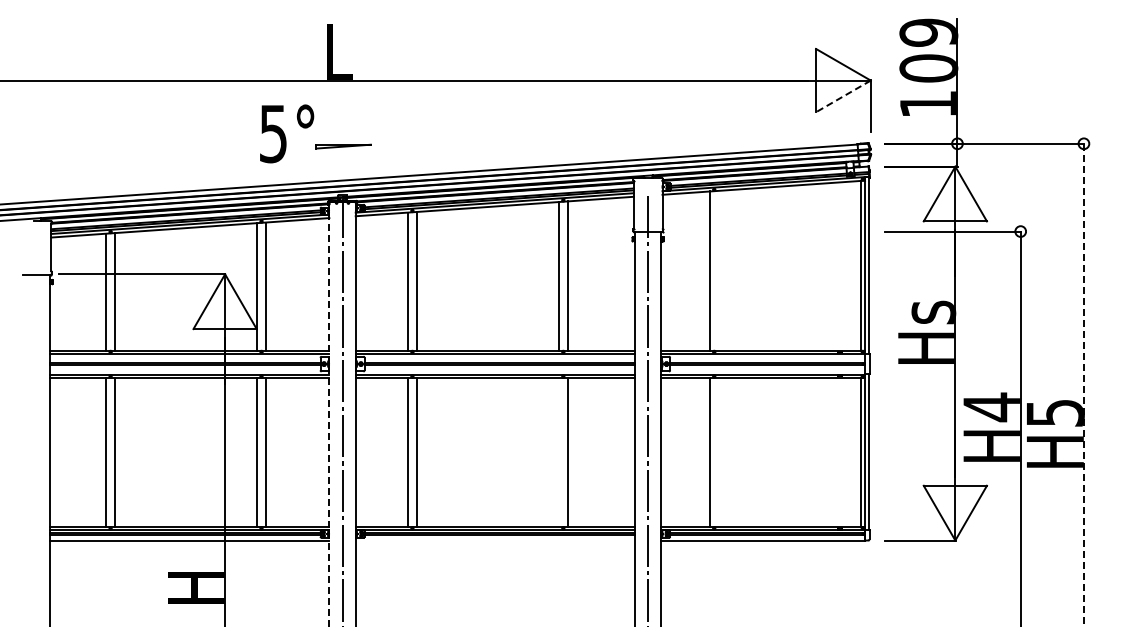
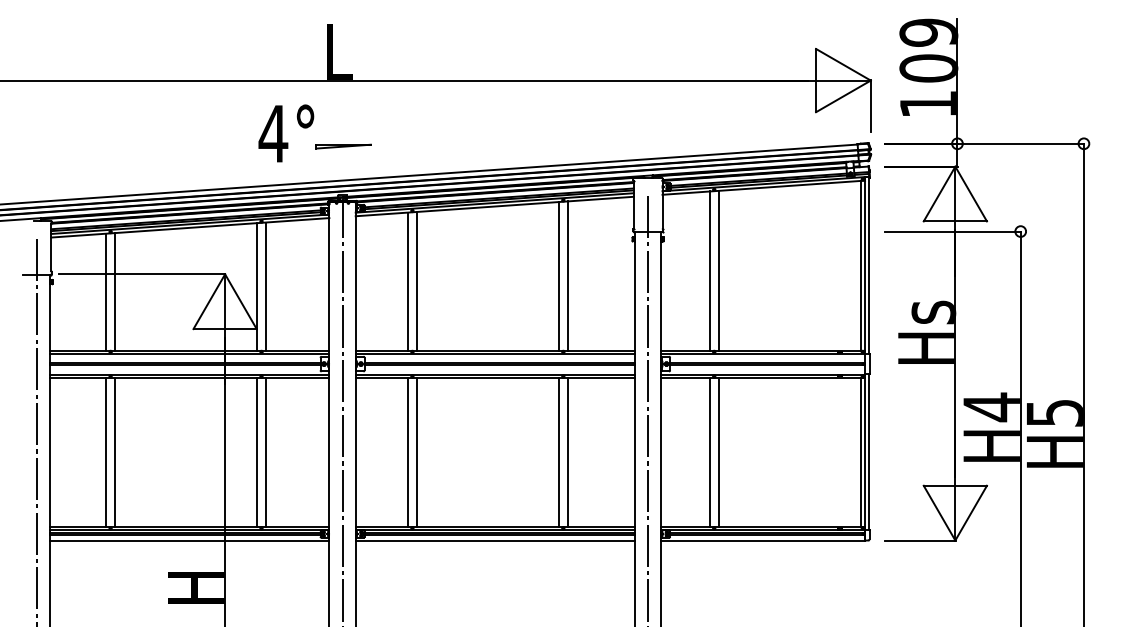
line at (843, 96): dashed -> solid
text at (273, 134): 5° -> 4°
line at (718, 270): none -> present
line at (1083, 385): dashed -> solid
line at (329, 414): dashed -> solid
line at (36, 430): none -> present
line at (559, 451): none -> present
line at (718, 451): none -> present
line at (494, 540): none -> present
